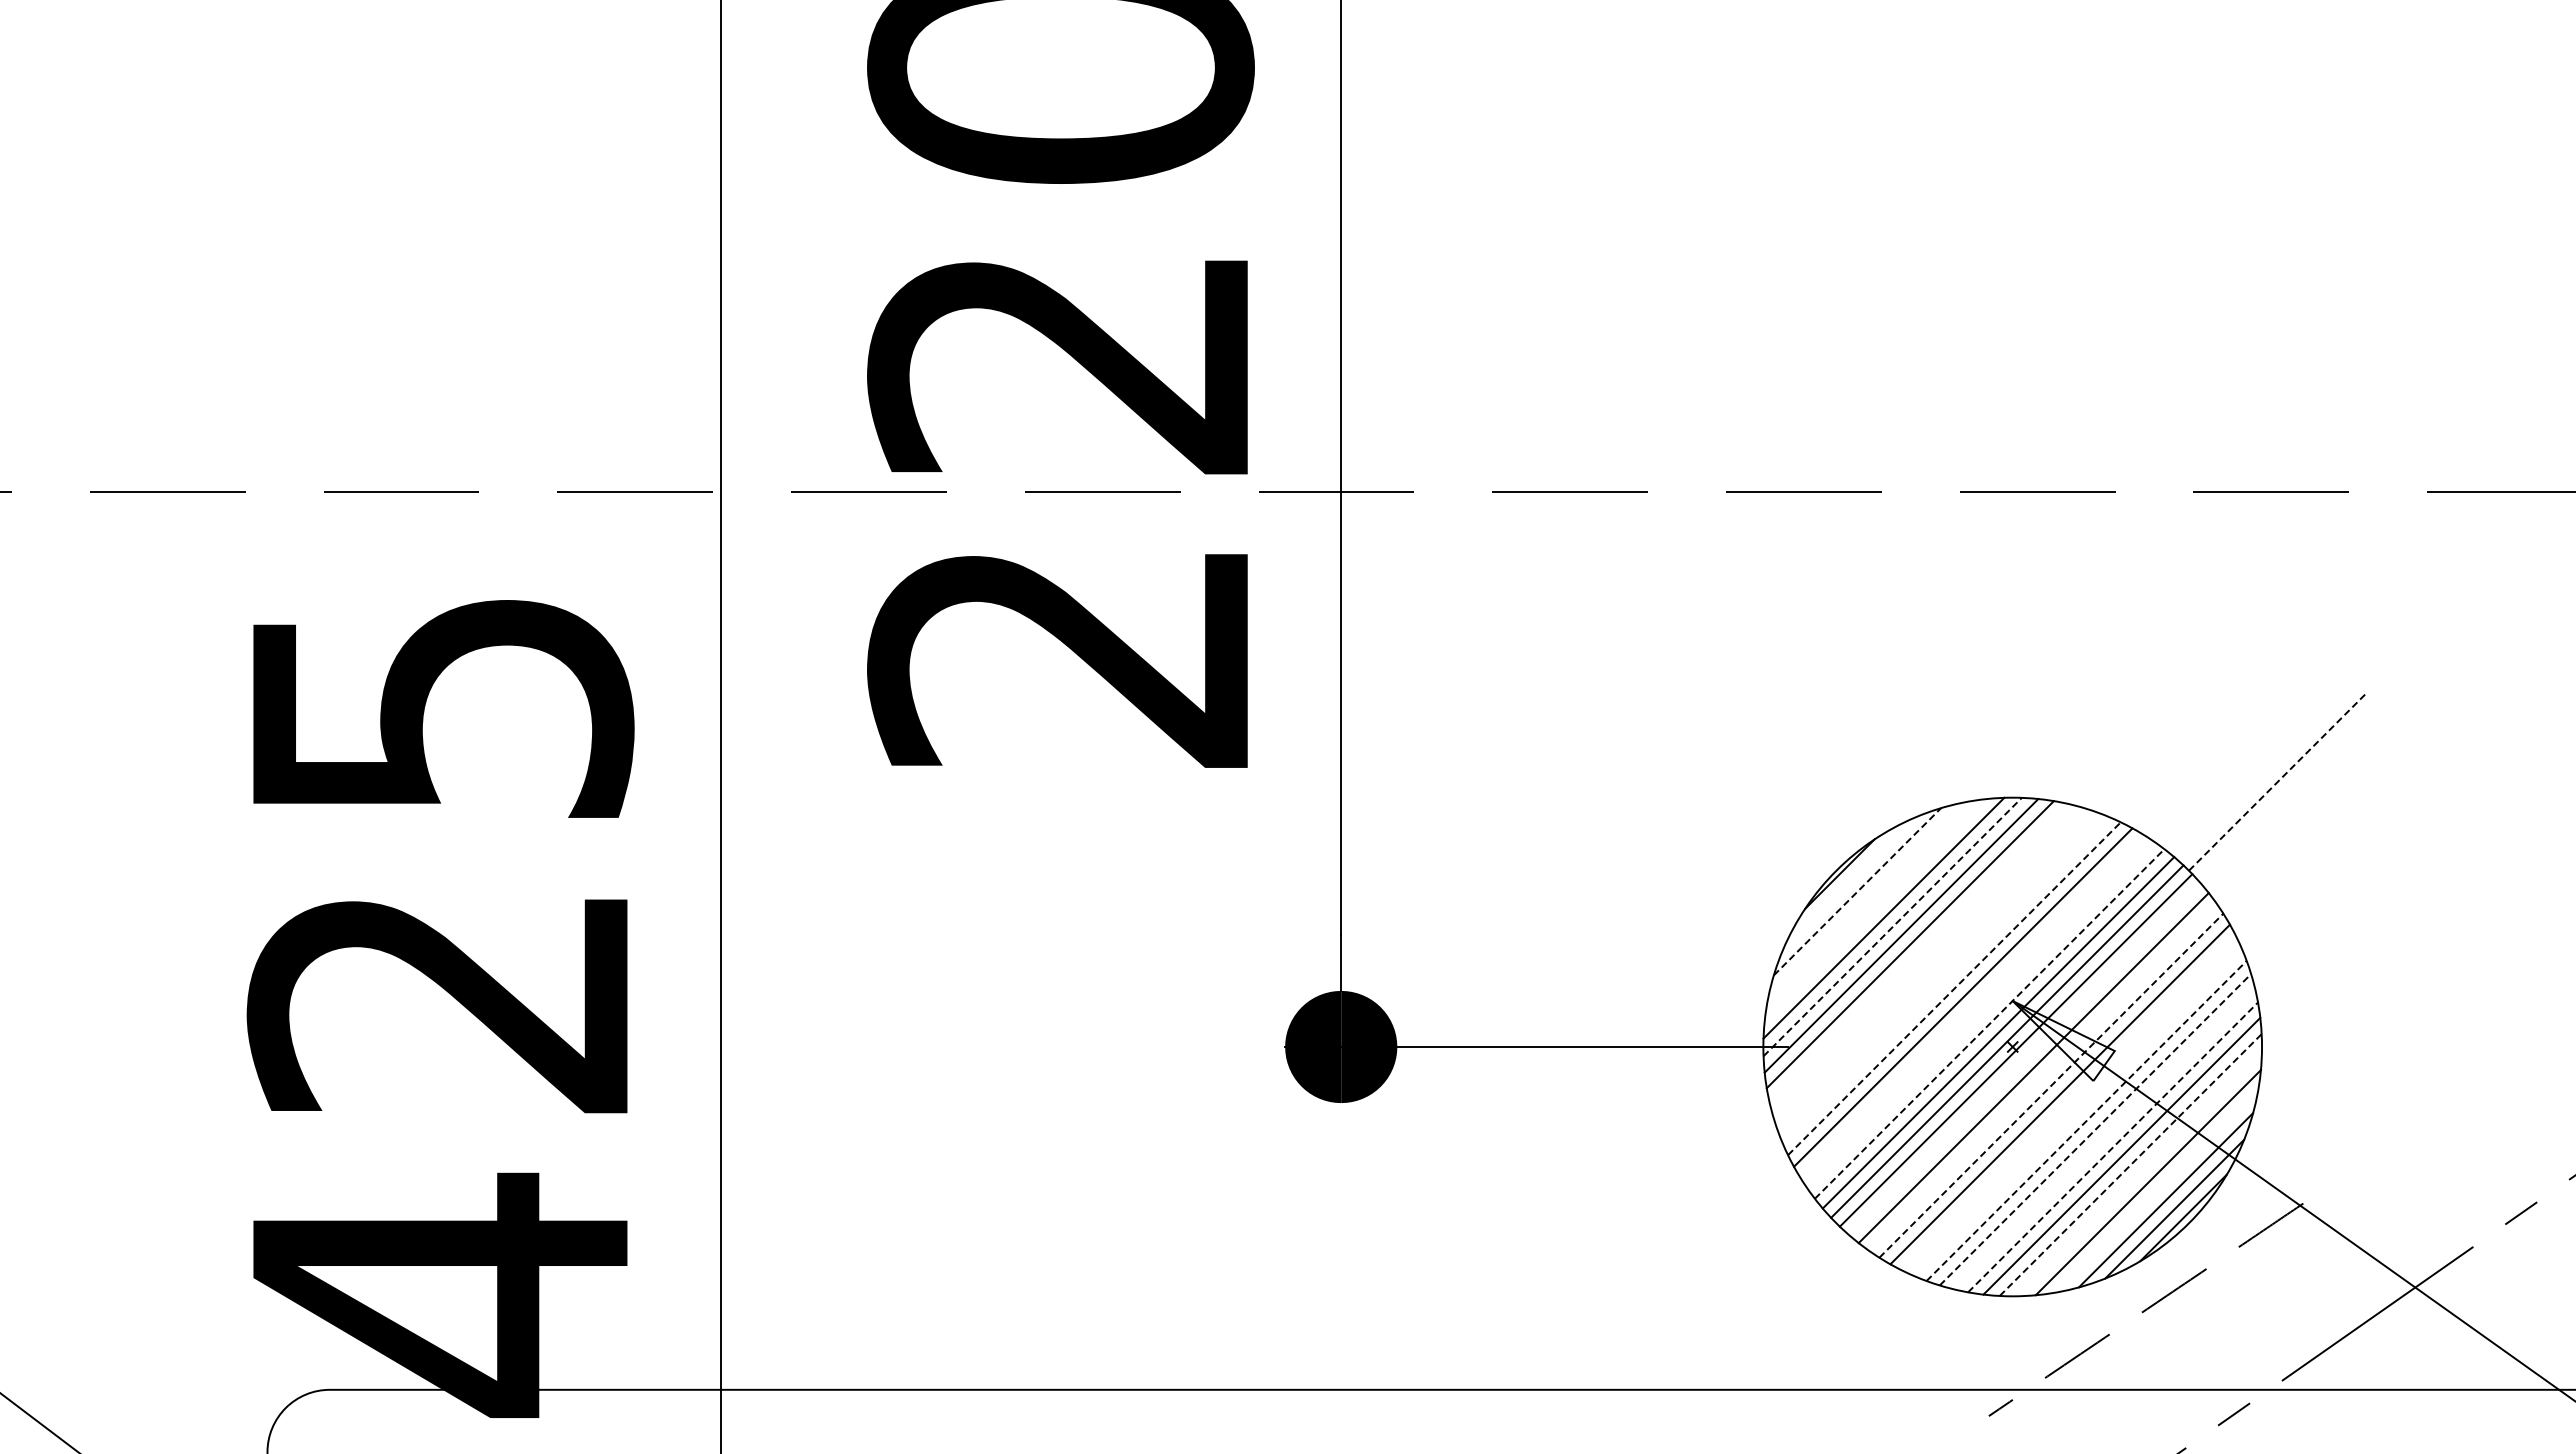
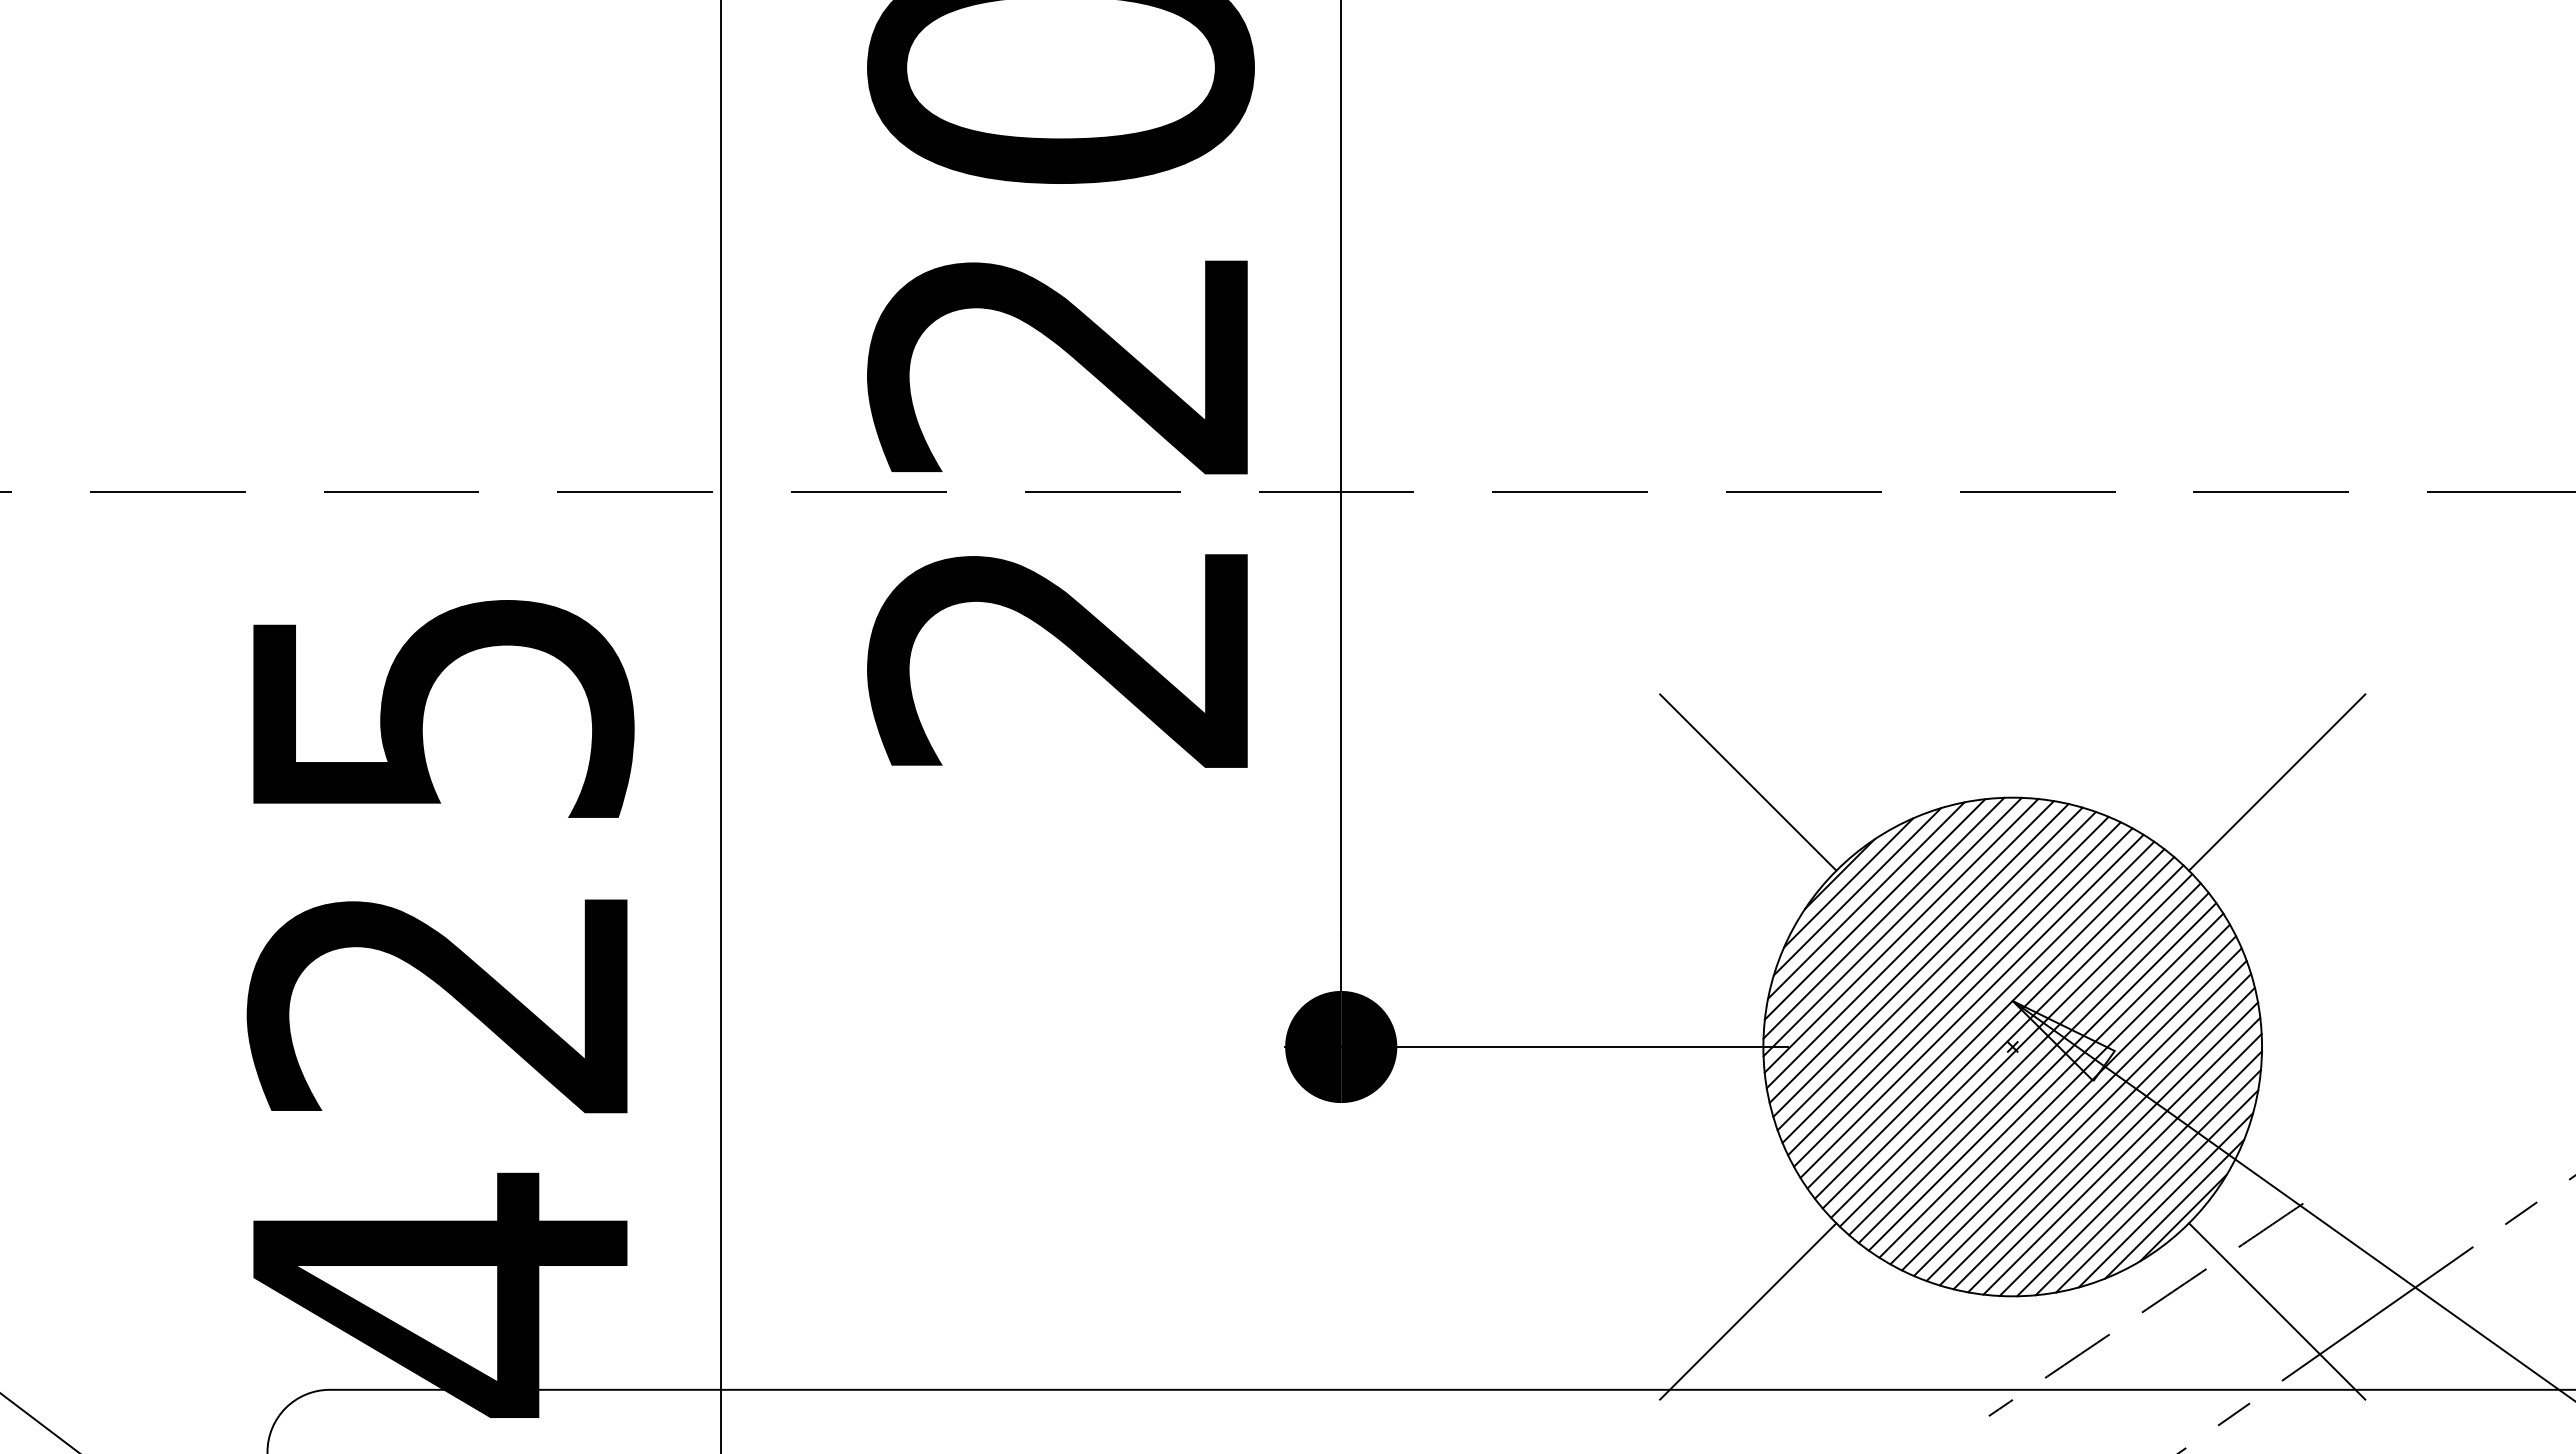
line at (1748, 782): none -> present
line at (2277, 782): dashed -> solid
line at (1848, 882): none -> present
line at (1857, 891): dashed -> solid
line at (1866, 900): none -> present
line at (1874, 909): none -> present
line at (1892, 927): dashed -> solid
line at (1918, 953): none -> present
line at (1927, 961): none -> present
line at (1936, 970): none -> present
line at (1945, 979): none -> present
line at (1954, 988): dashed -> solid
line at (1971, 1005): none -> present
line at (1980, 1014): none -> present
line at (1990, 1023): dashed -> solid
line at (2024, 1059): none -> present
line at (2042, 1076): none -> present
line at (2051, 1085): dashed -> solid
line at (2069, 1103): none -> present
line at (2077, 1111): none -> present
line at (2087, 1120): dashed -> solid
line at (2095, 1129): dashed -> solid
line at (2103, 1138): none -> present
line at (2113, 1147): dashed -> solid
line at (2131, 1164): dashed -> solid
line at (2139, 1173): none -> present
line at (2157, 1191): none -> present
line at (1748, 1311): none -> present
line at (2277, 1311): none -> present
